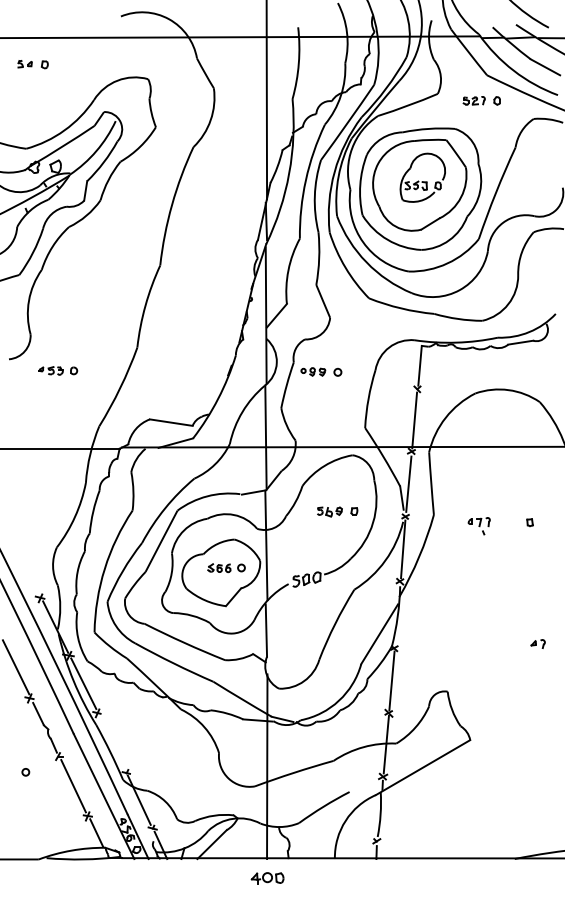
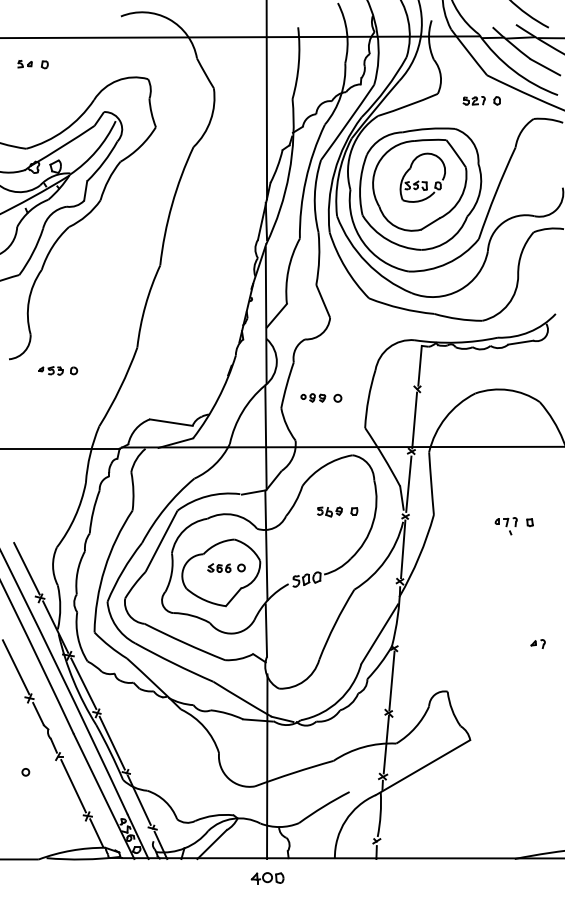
part at (321, 371) position: (321, 371) -> (321, 397)
part at (478, 526) position: (478, 526) -> (505, 526)
line at (26, 568): none -> present
line at (111, 742): none -> present
